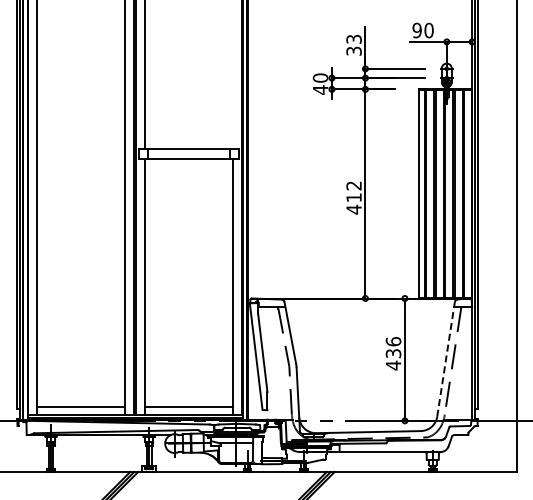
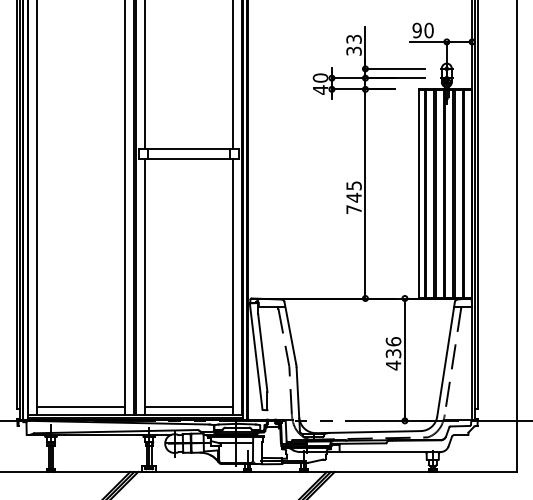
line at (233, 75): none -> present
text at (353, 197): 412 -> 745
line at (446, 358): dashed -> solid
